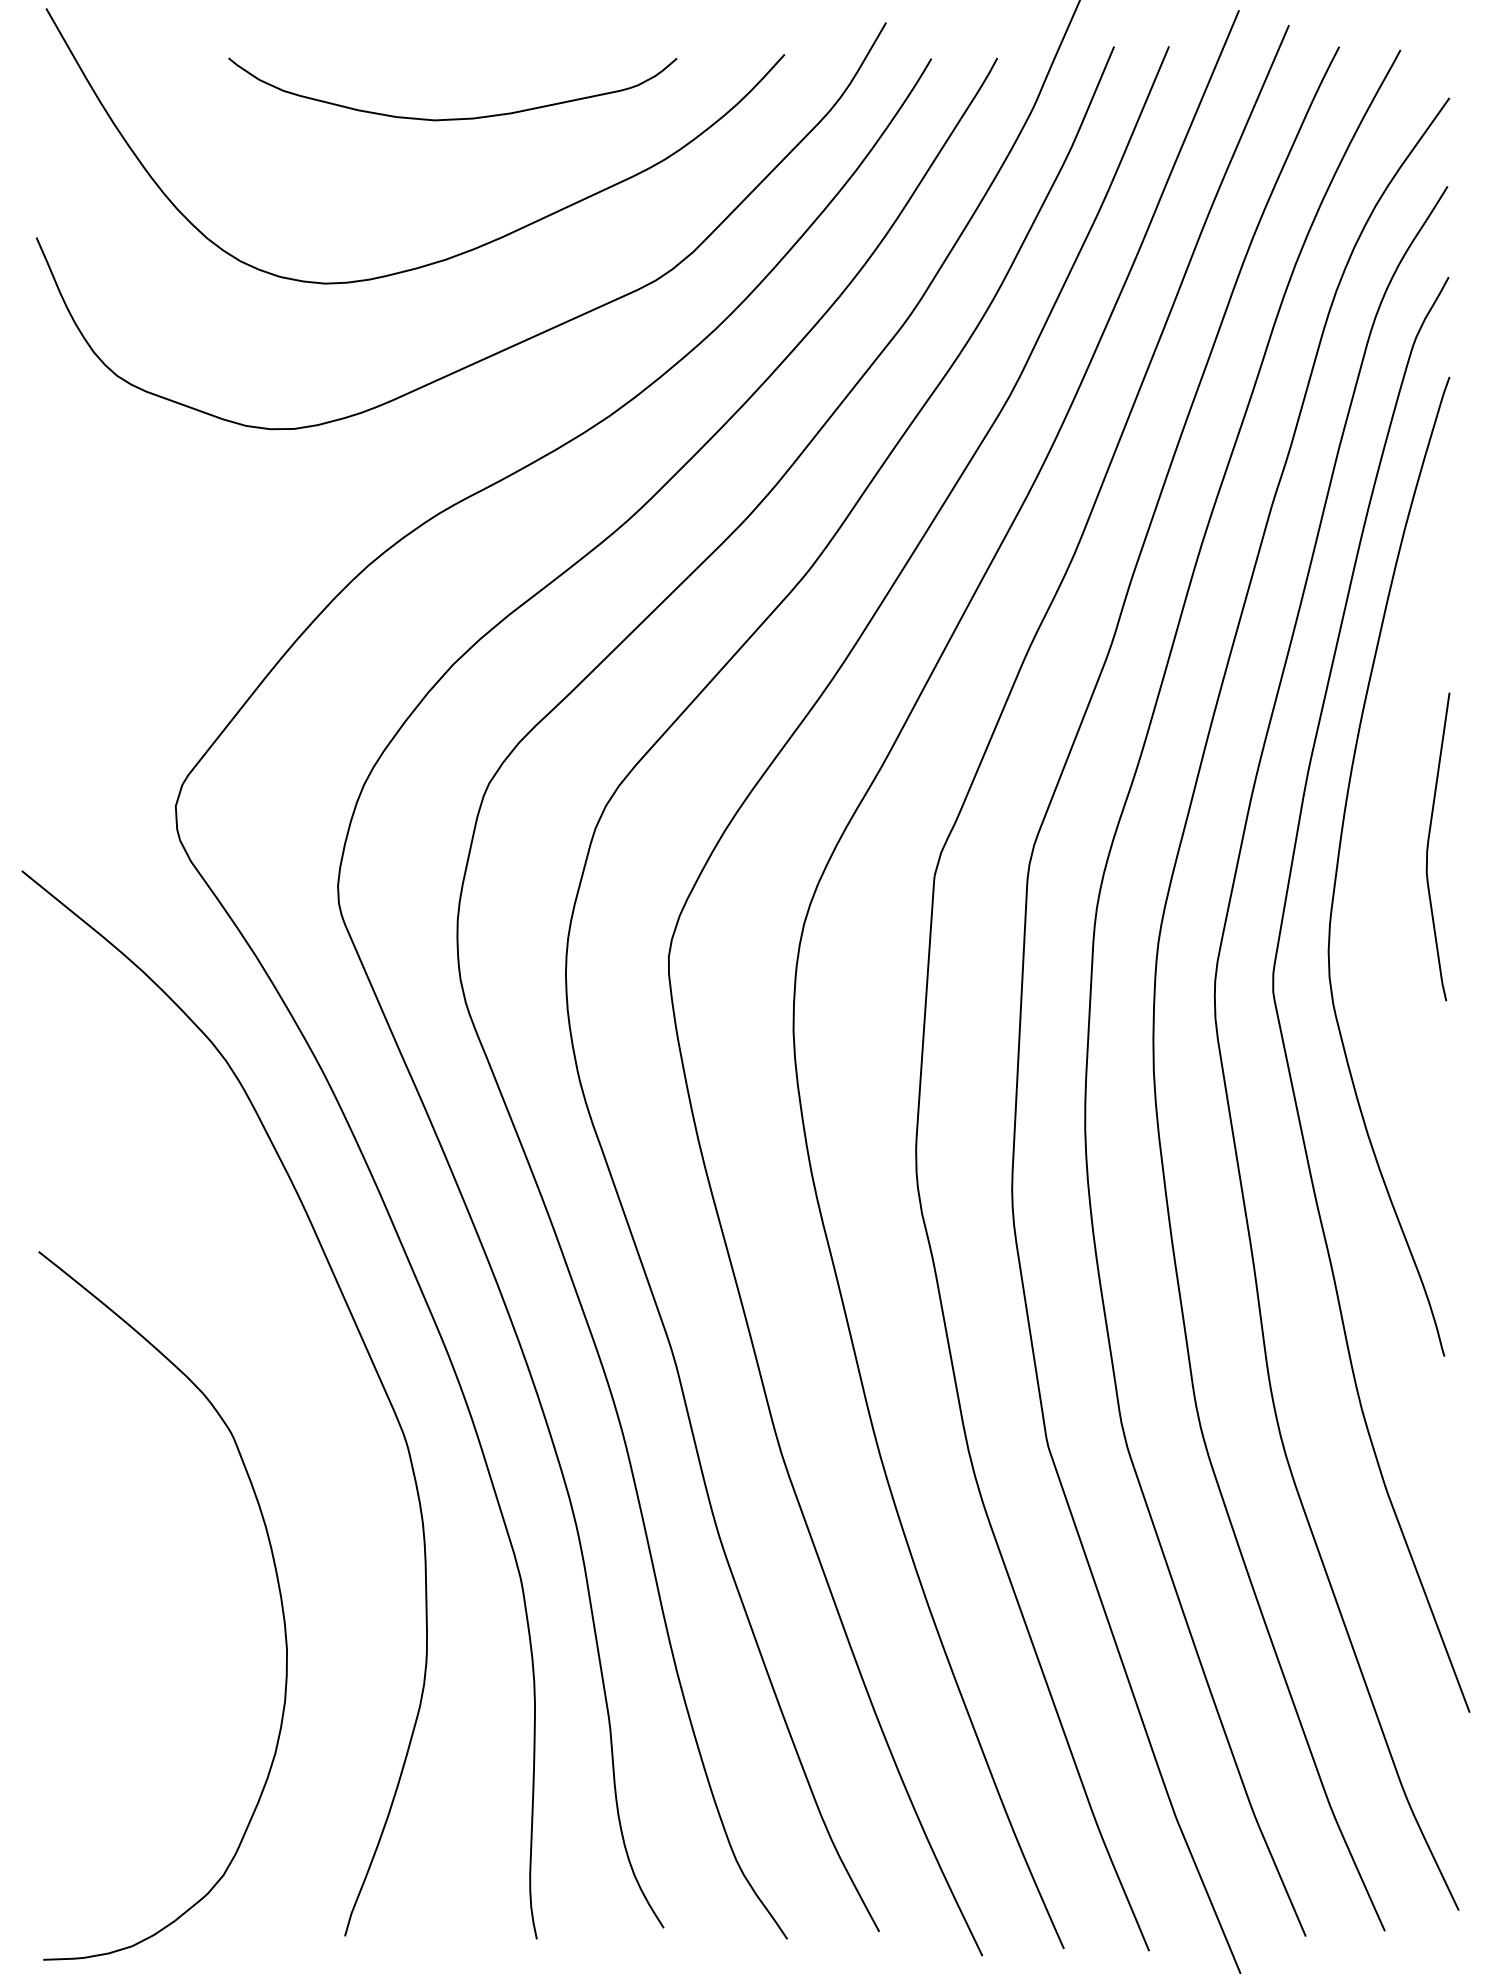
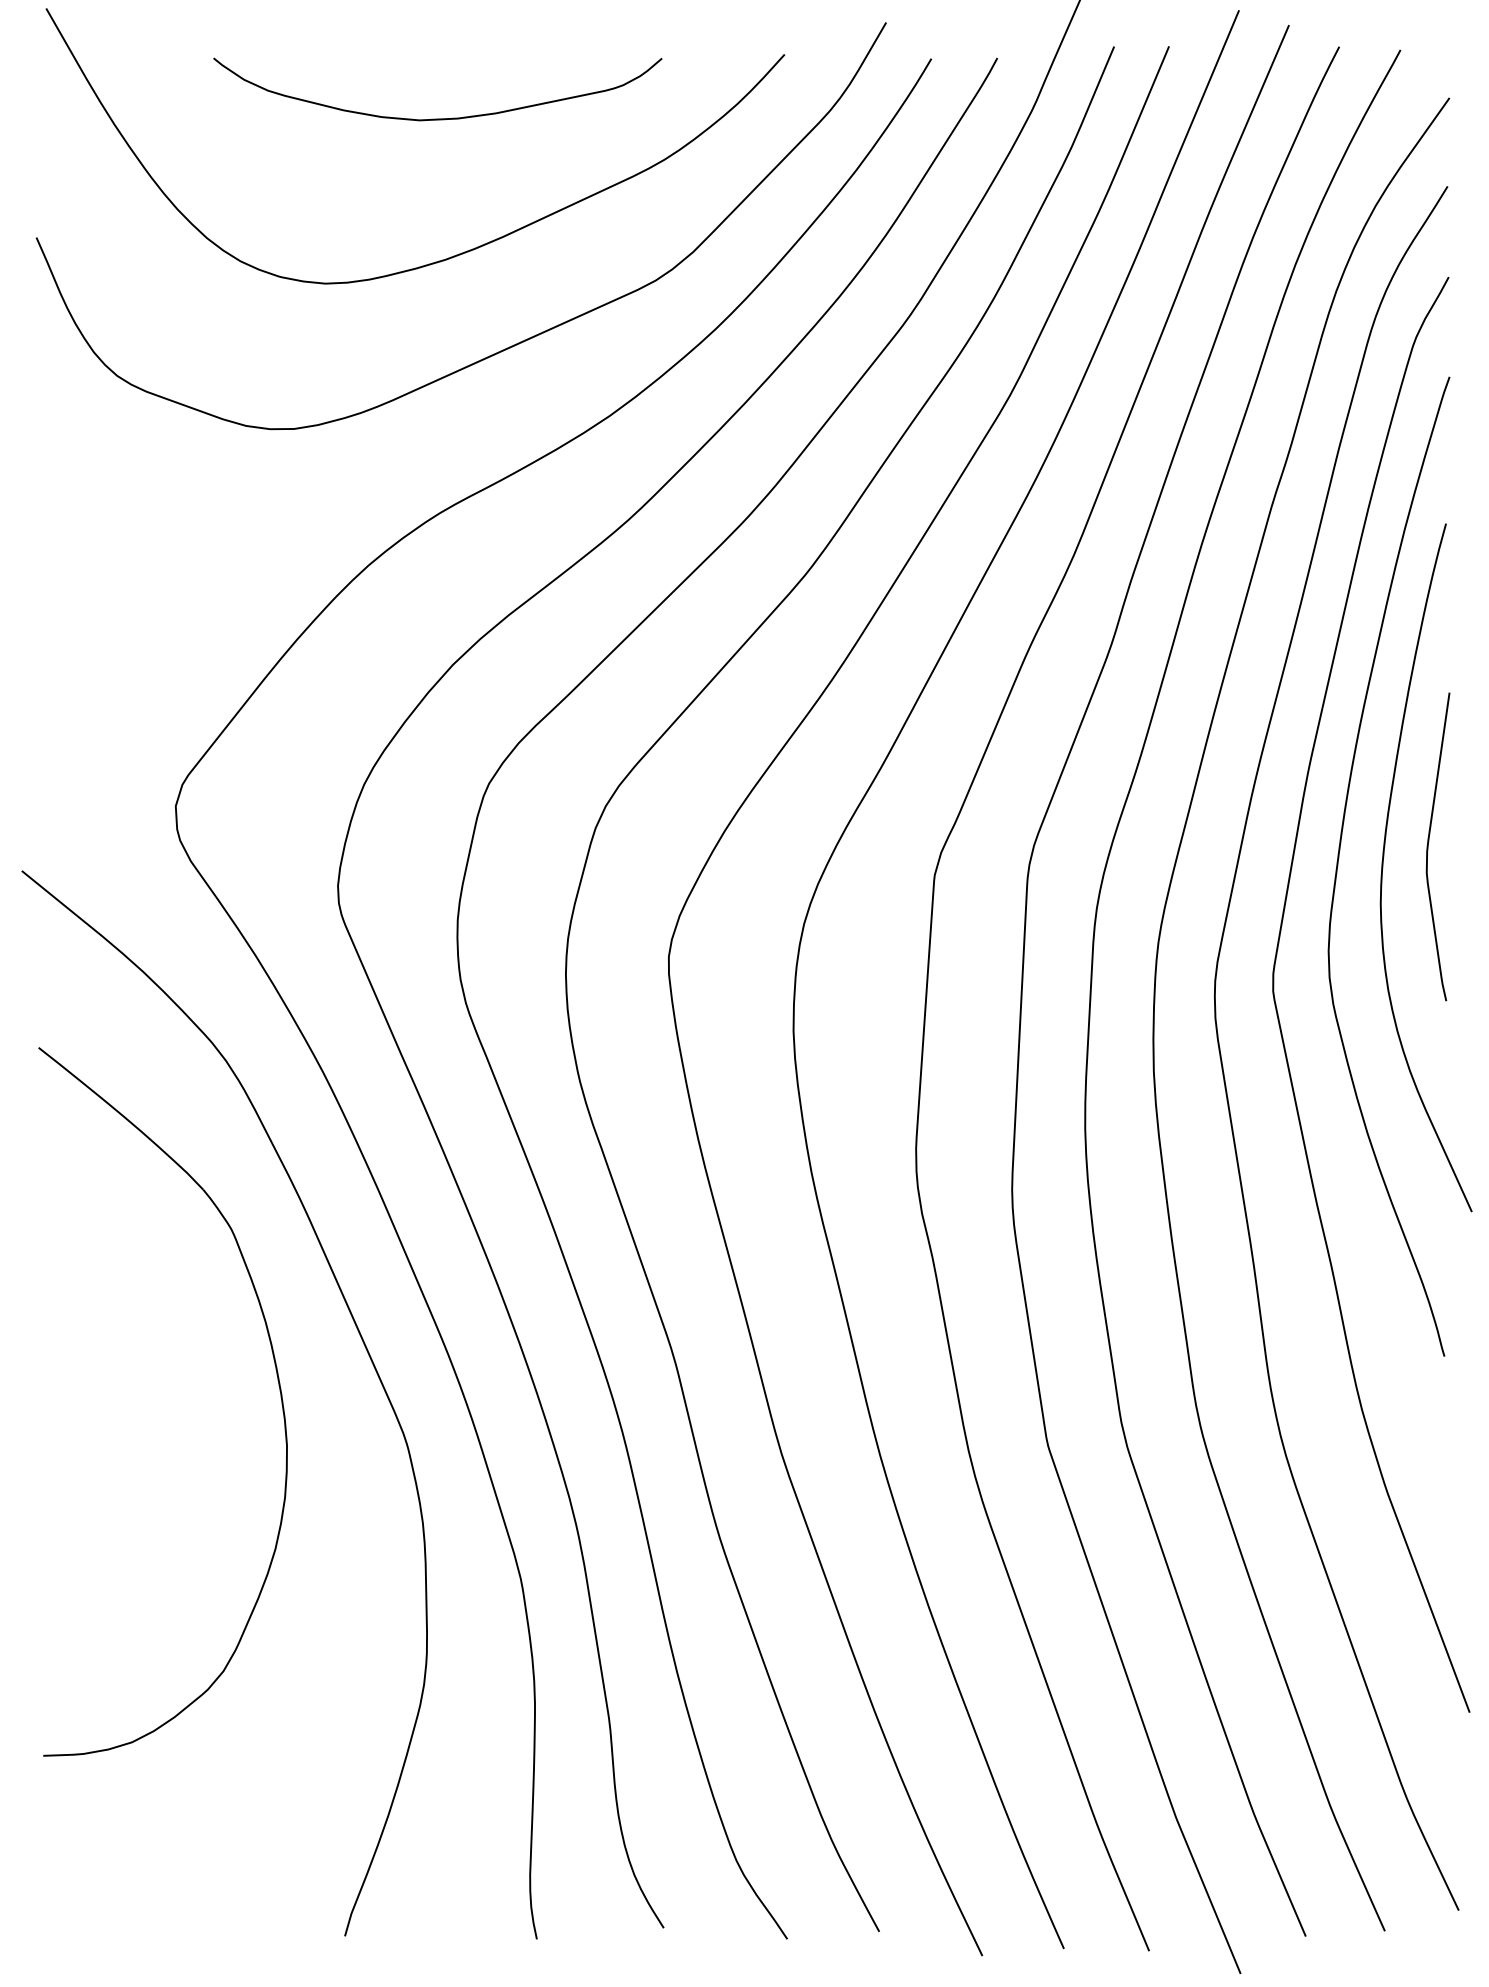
curve at (452, 118) position: (452, 118) -> (437, 118)
curve at (1383, 867): none -> present
part at (277, 1584) position: (277, 1584) -> (277, 1380)
